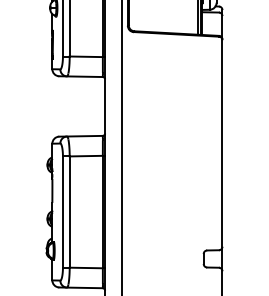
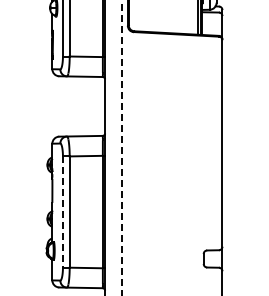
line at (122, 148): solid -> dashed
line at (62, 212): solid -> dashed
